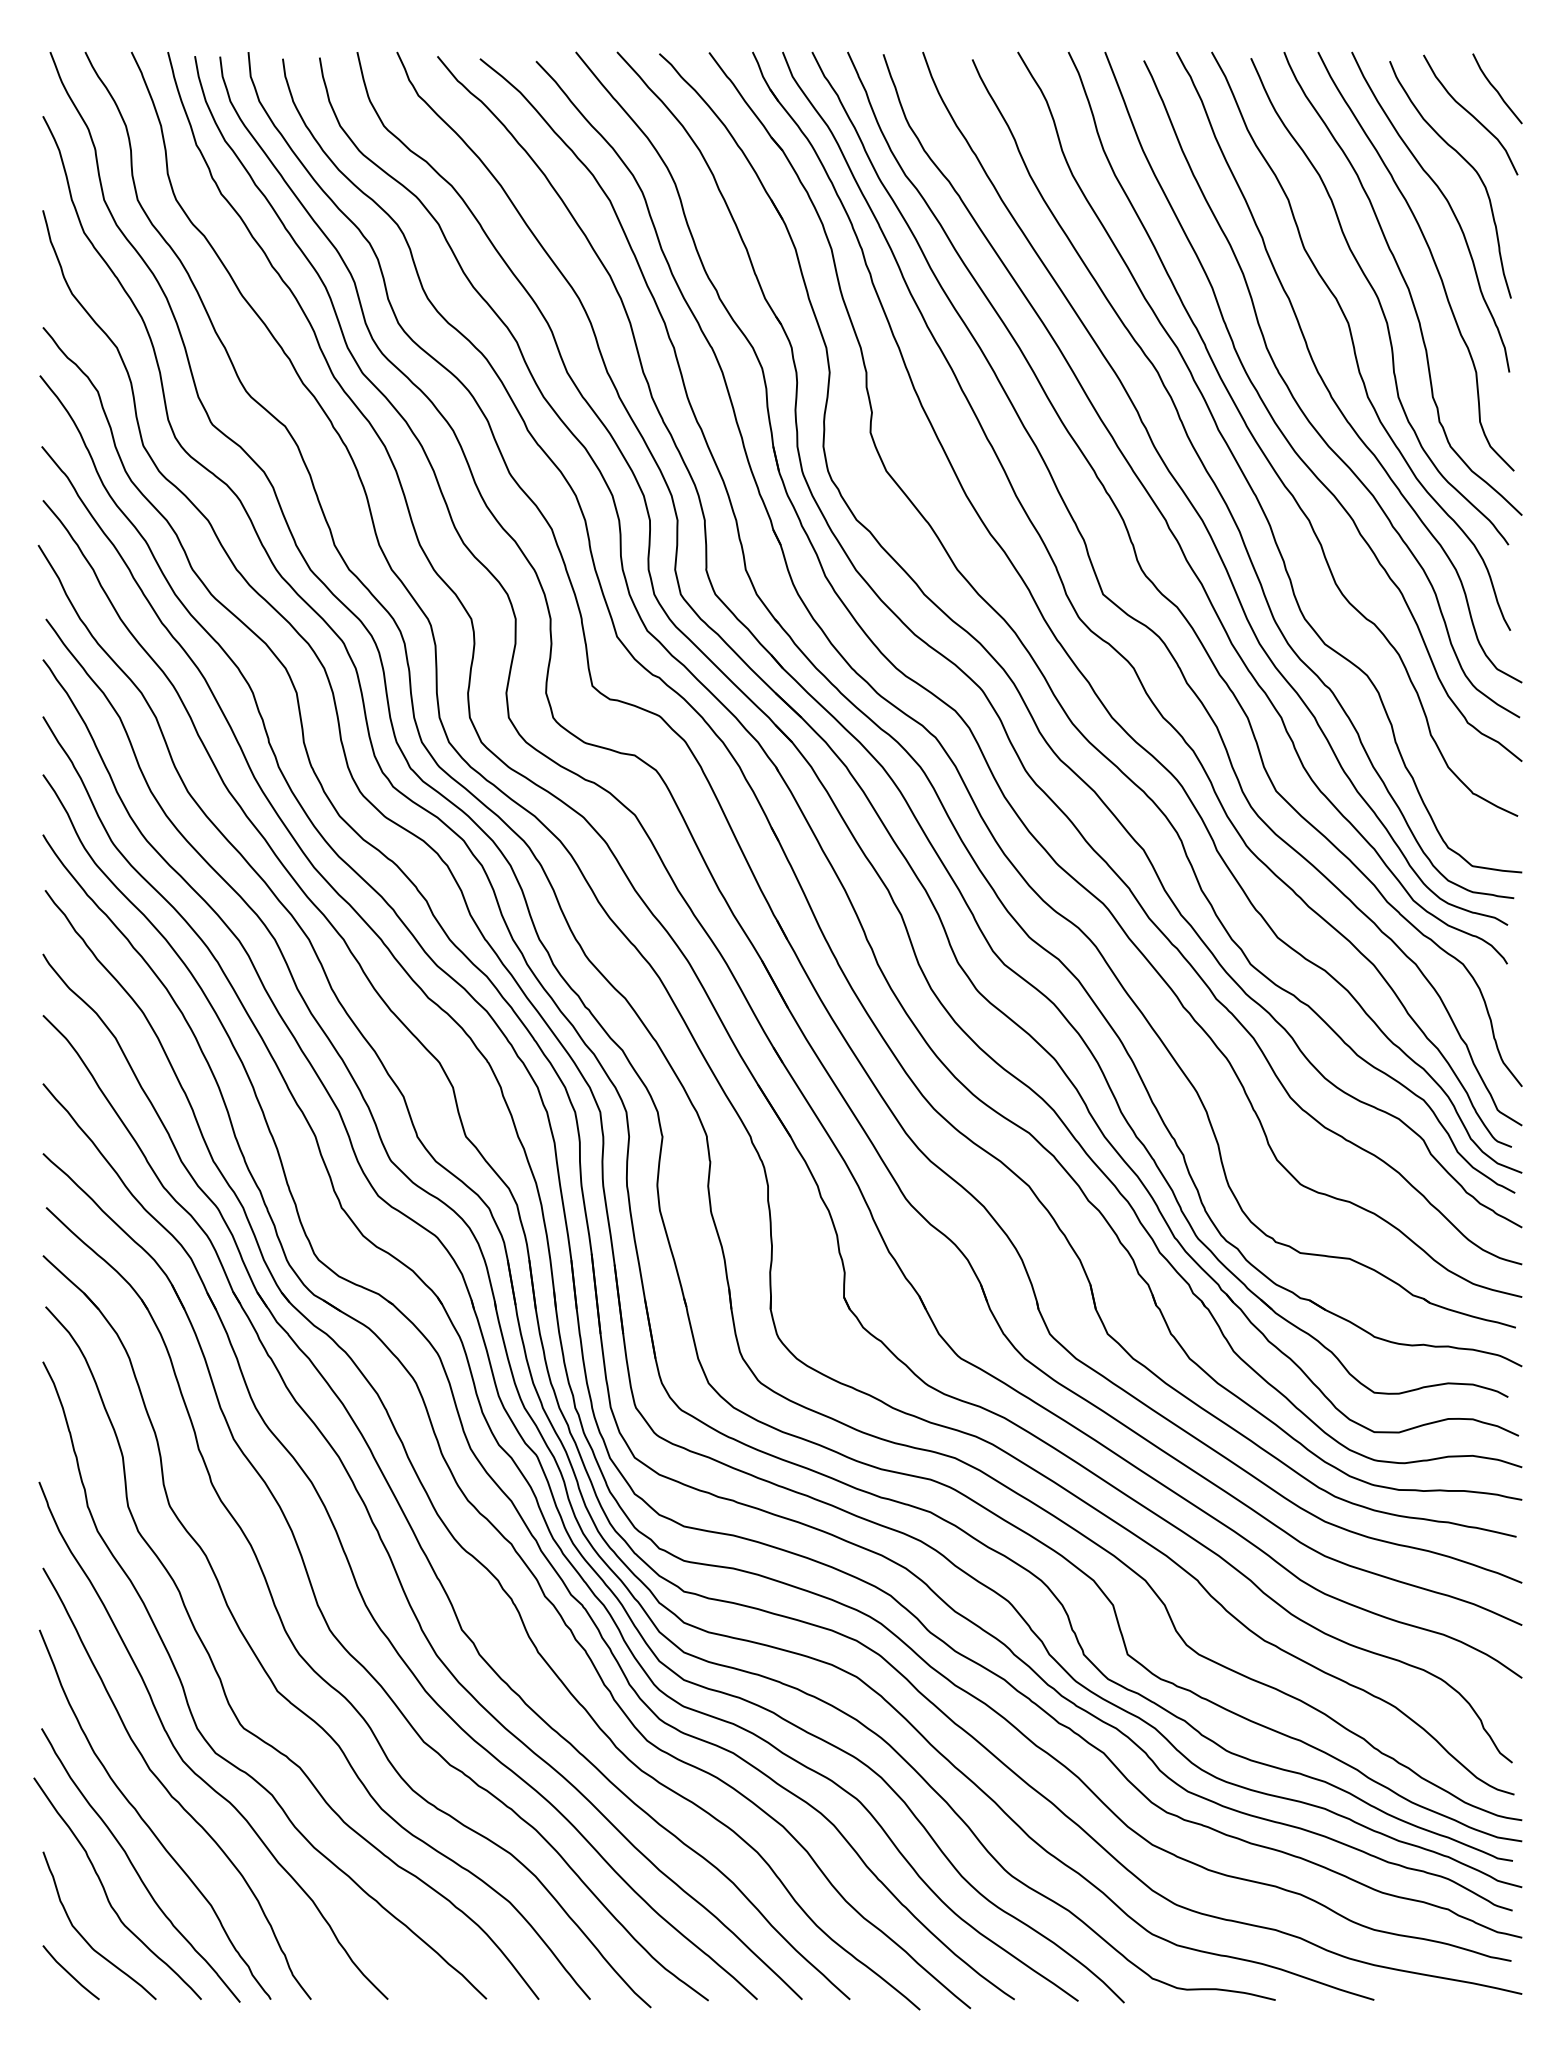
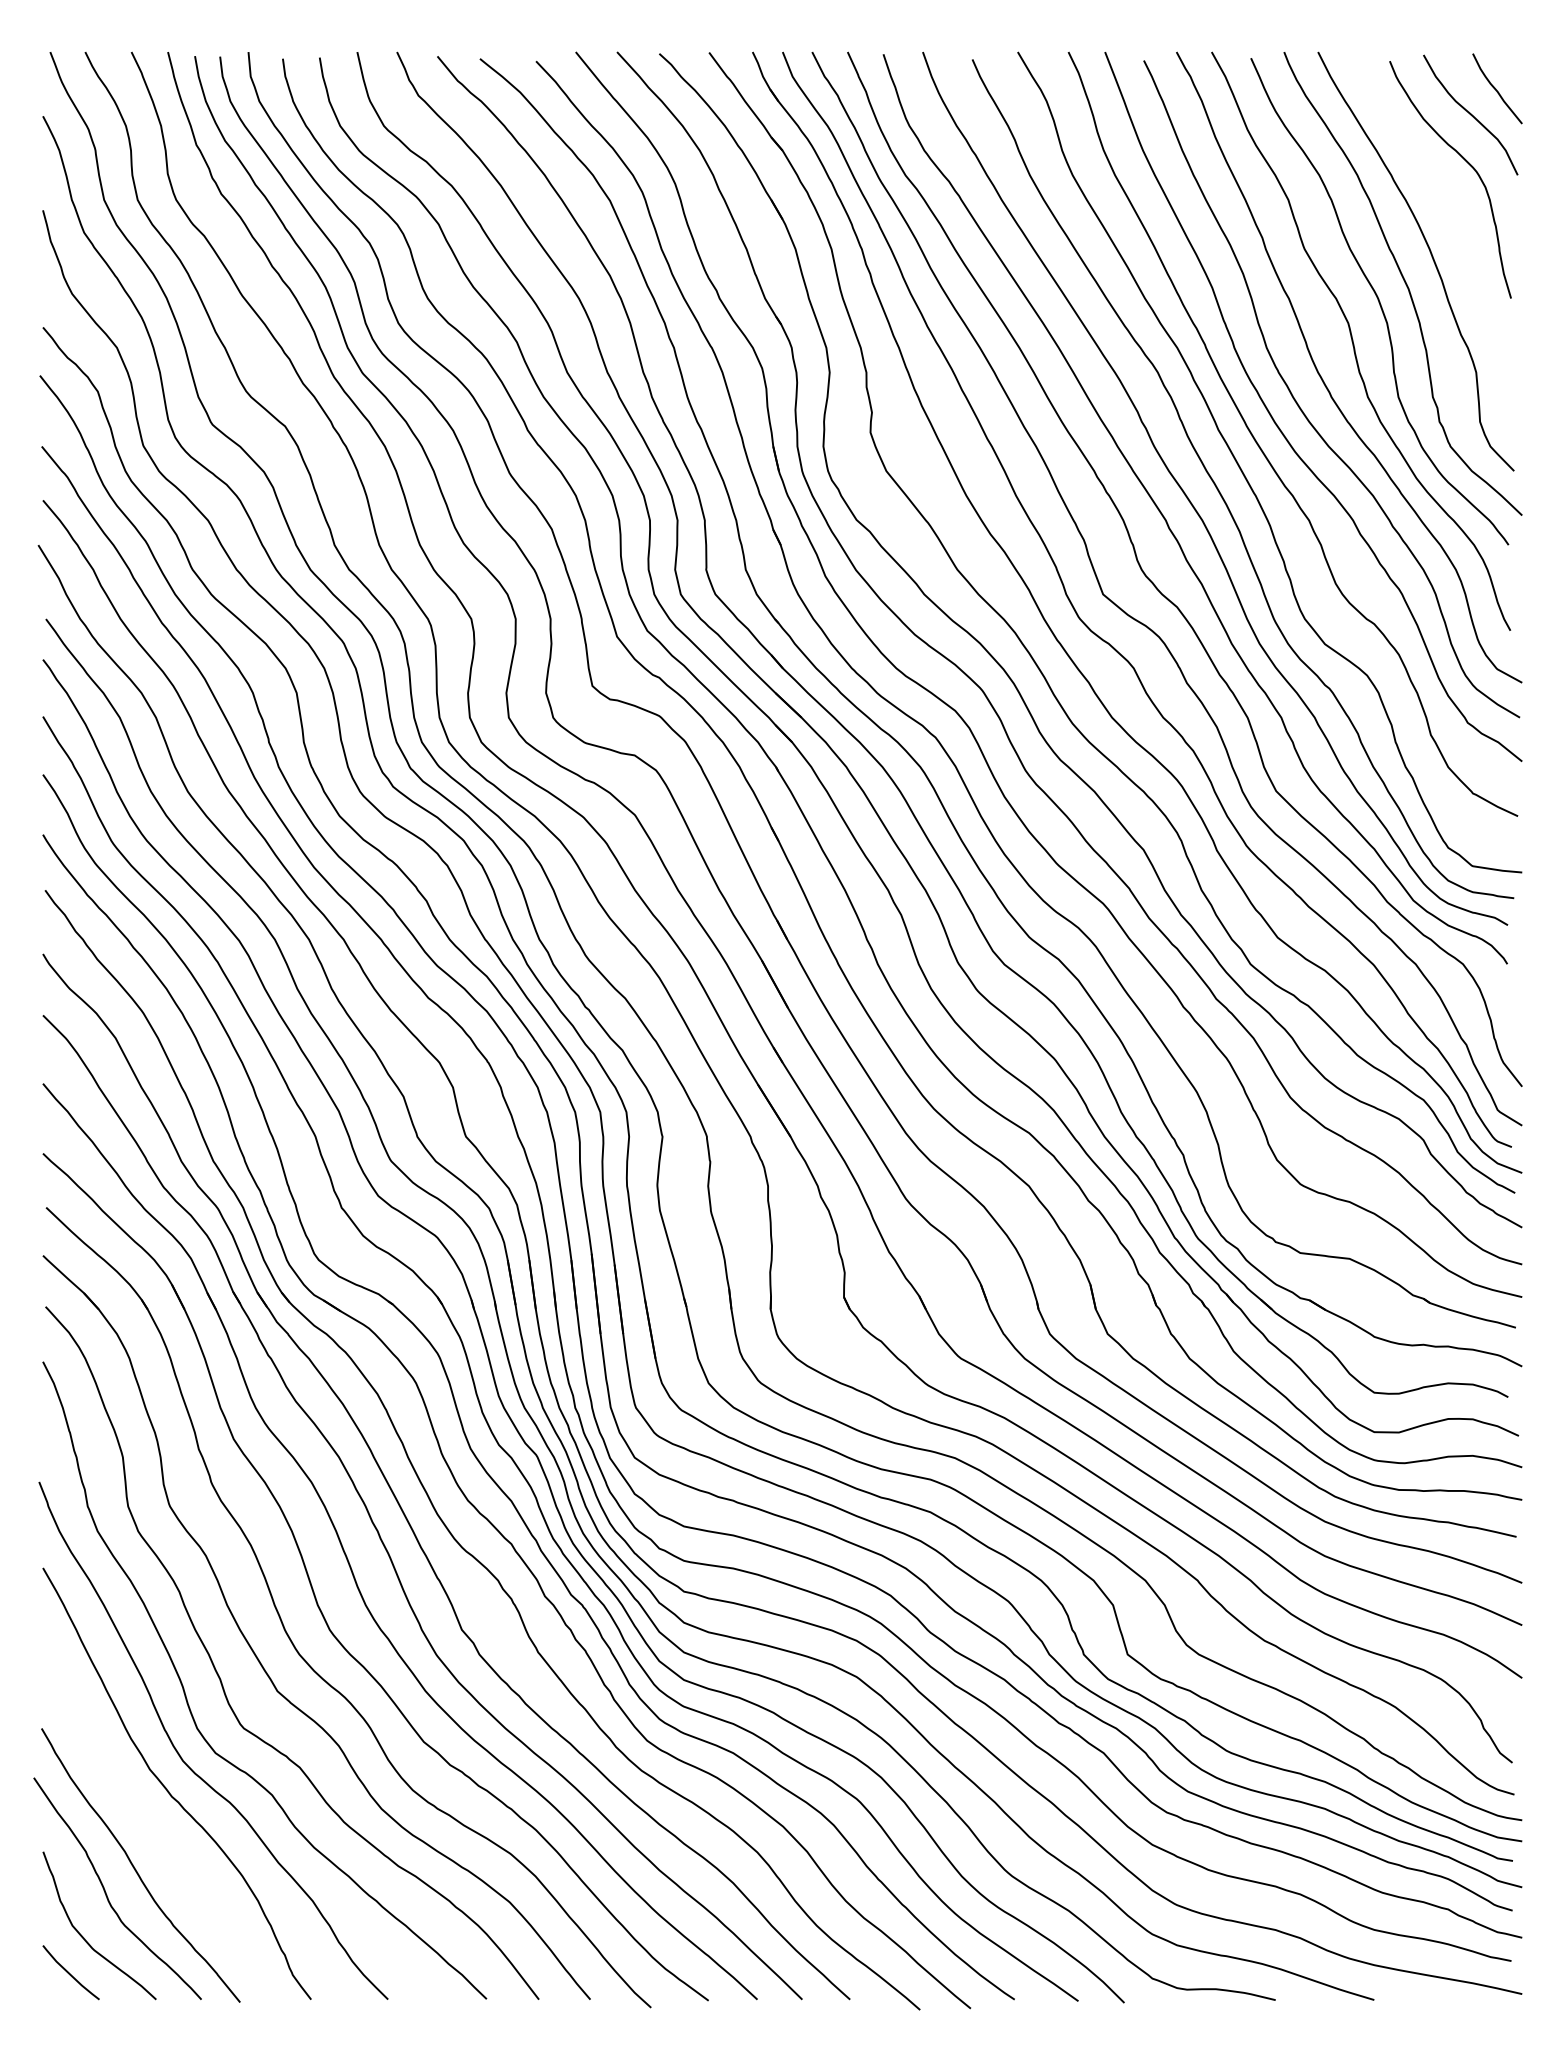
curve at (1447, 203): present -> none
curve at (146, 1822): present -> none
